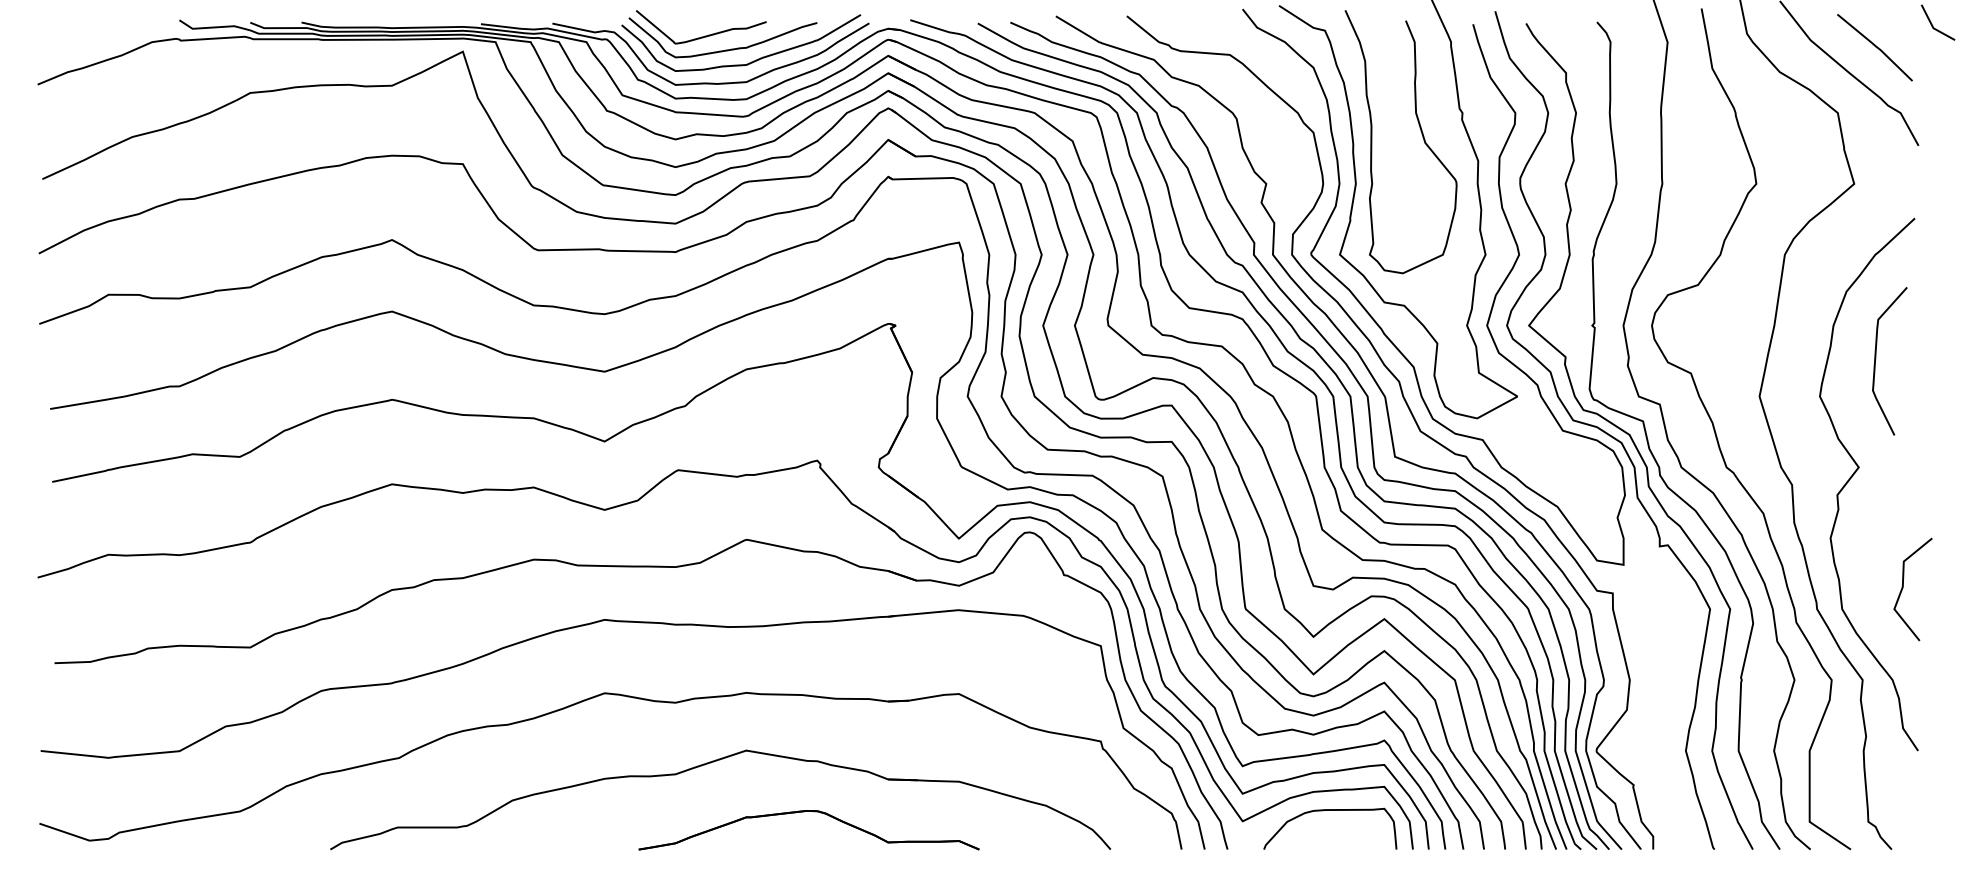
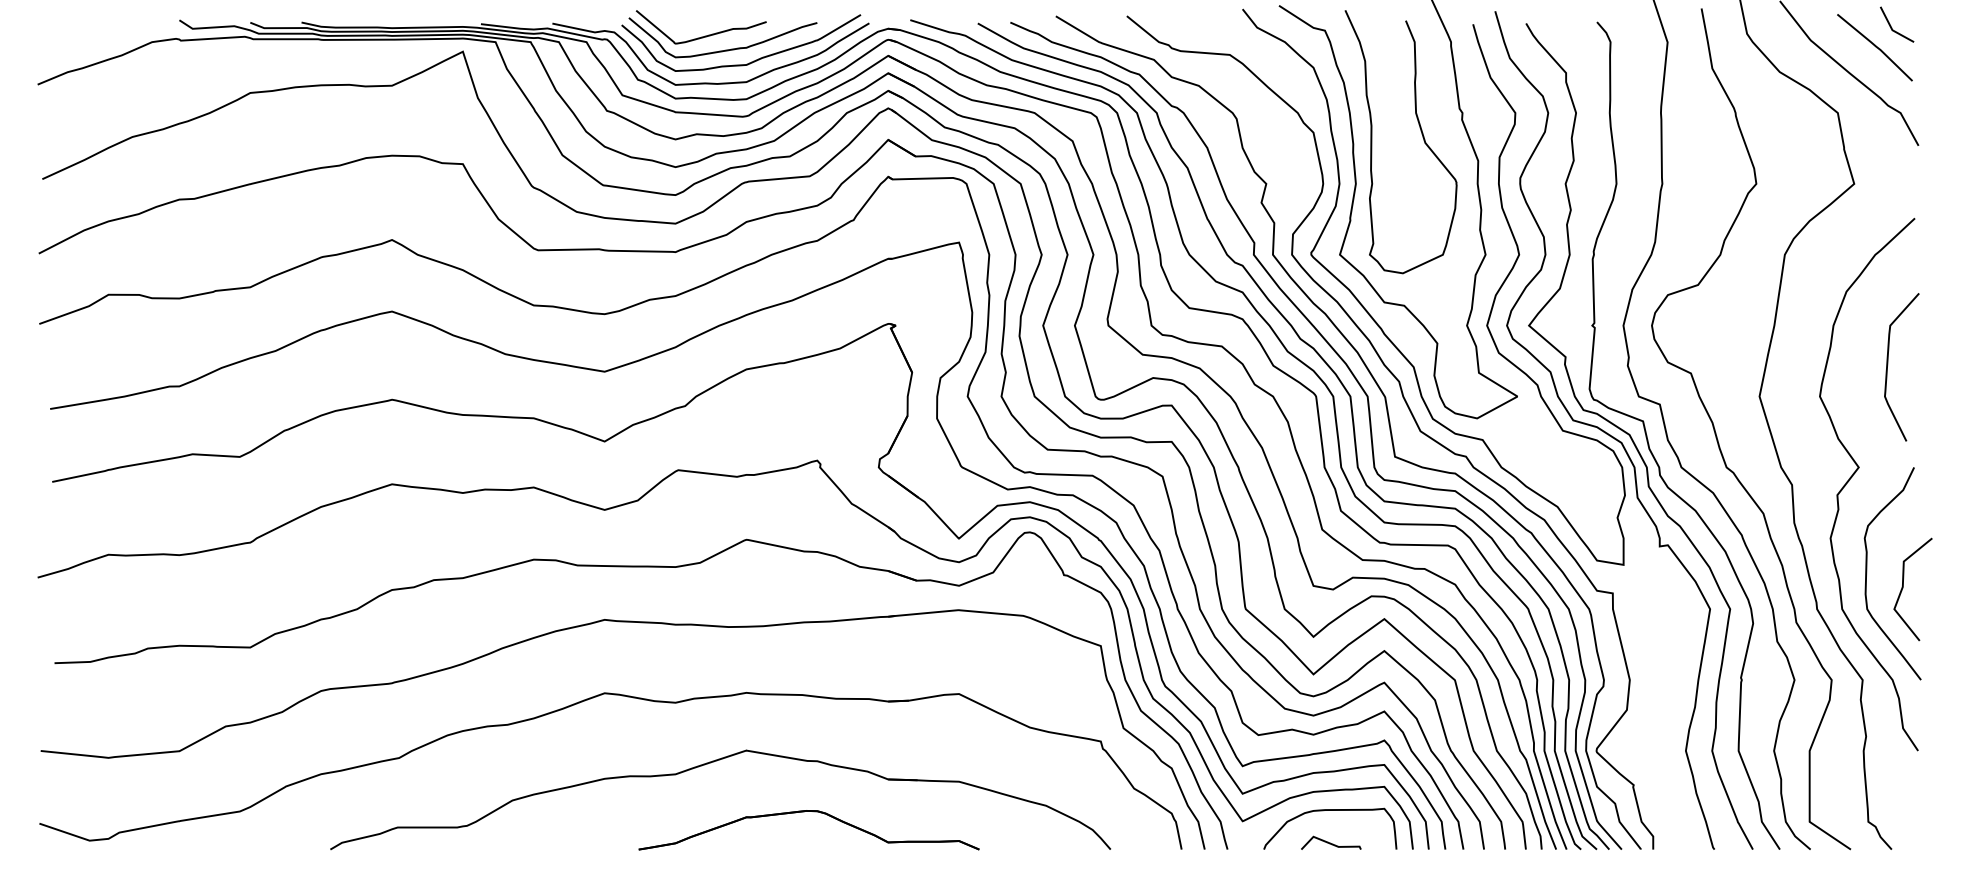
line at (1933, 25) position: (1933, 25) -> (1892, 27)
curve at (1876, 359) position: (1876, 359) -> (1888, 365)
curve at (1867, 573): none -> present
line at (1330, 842): none -> present
